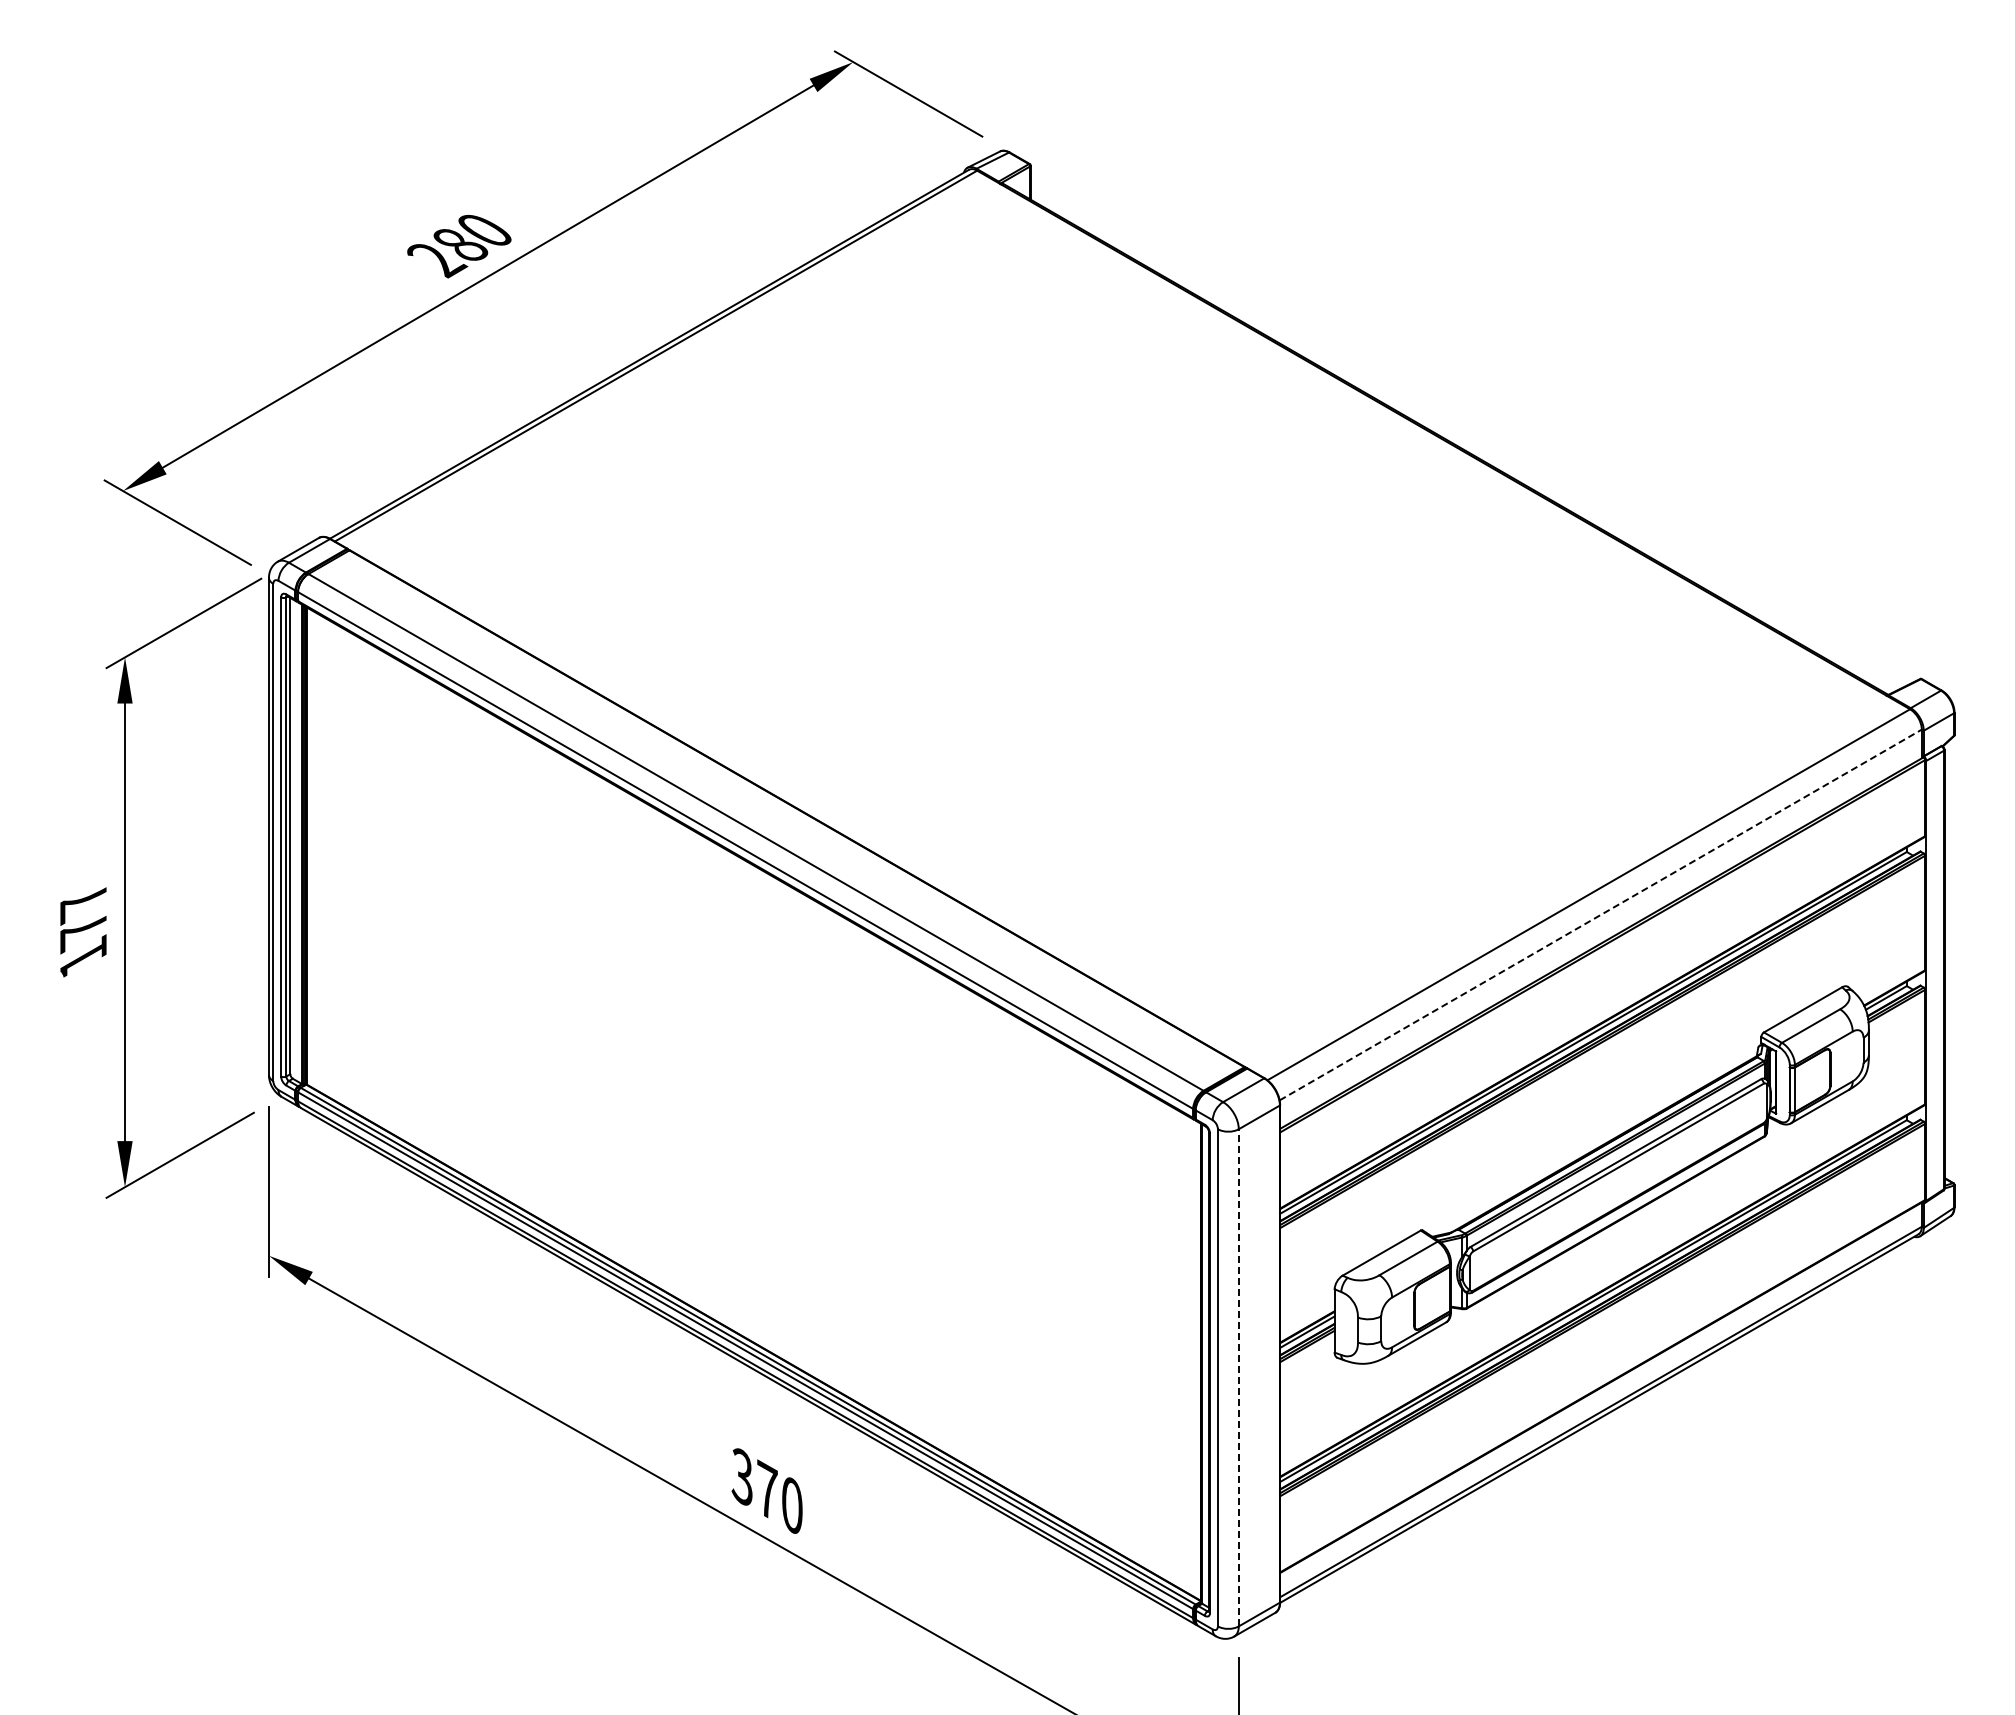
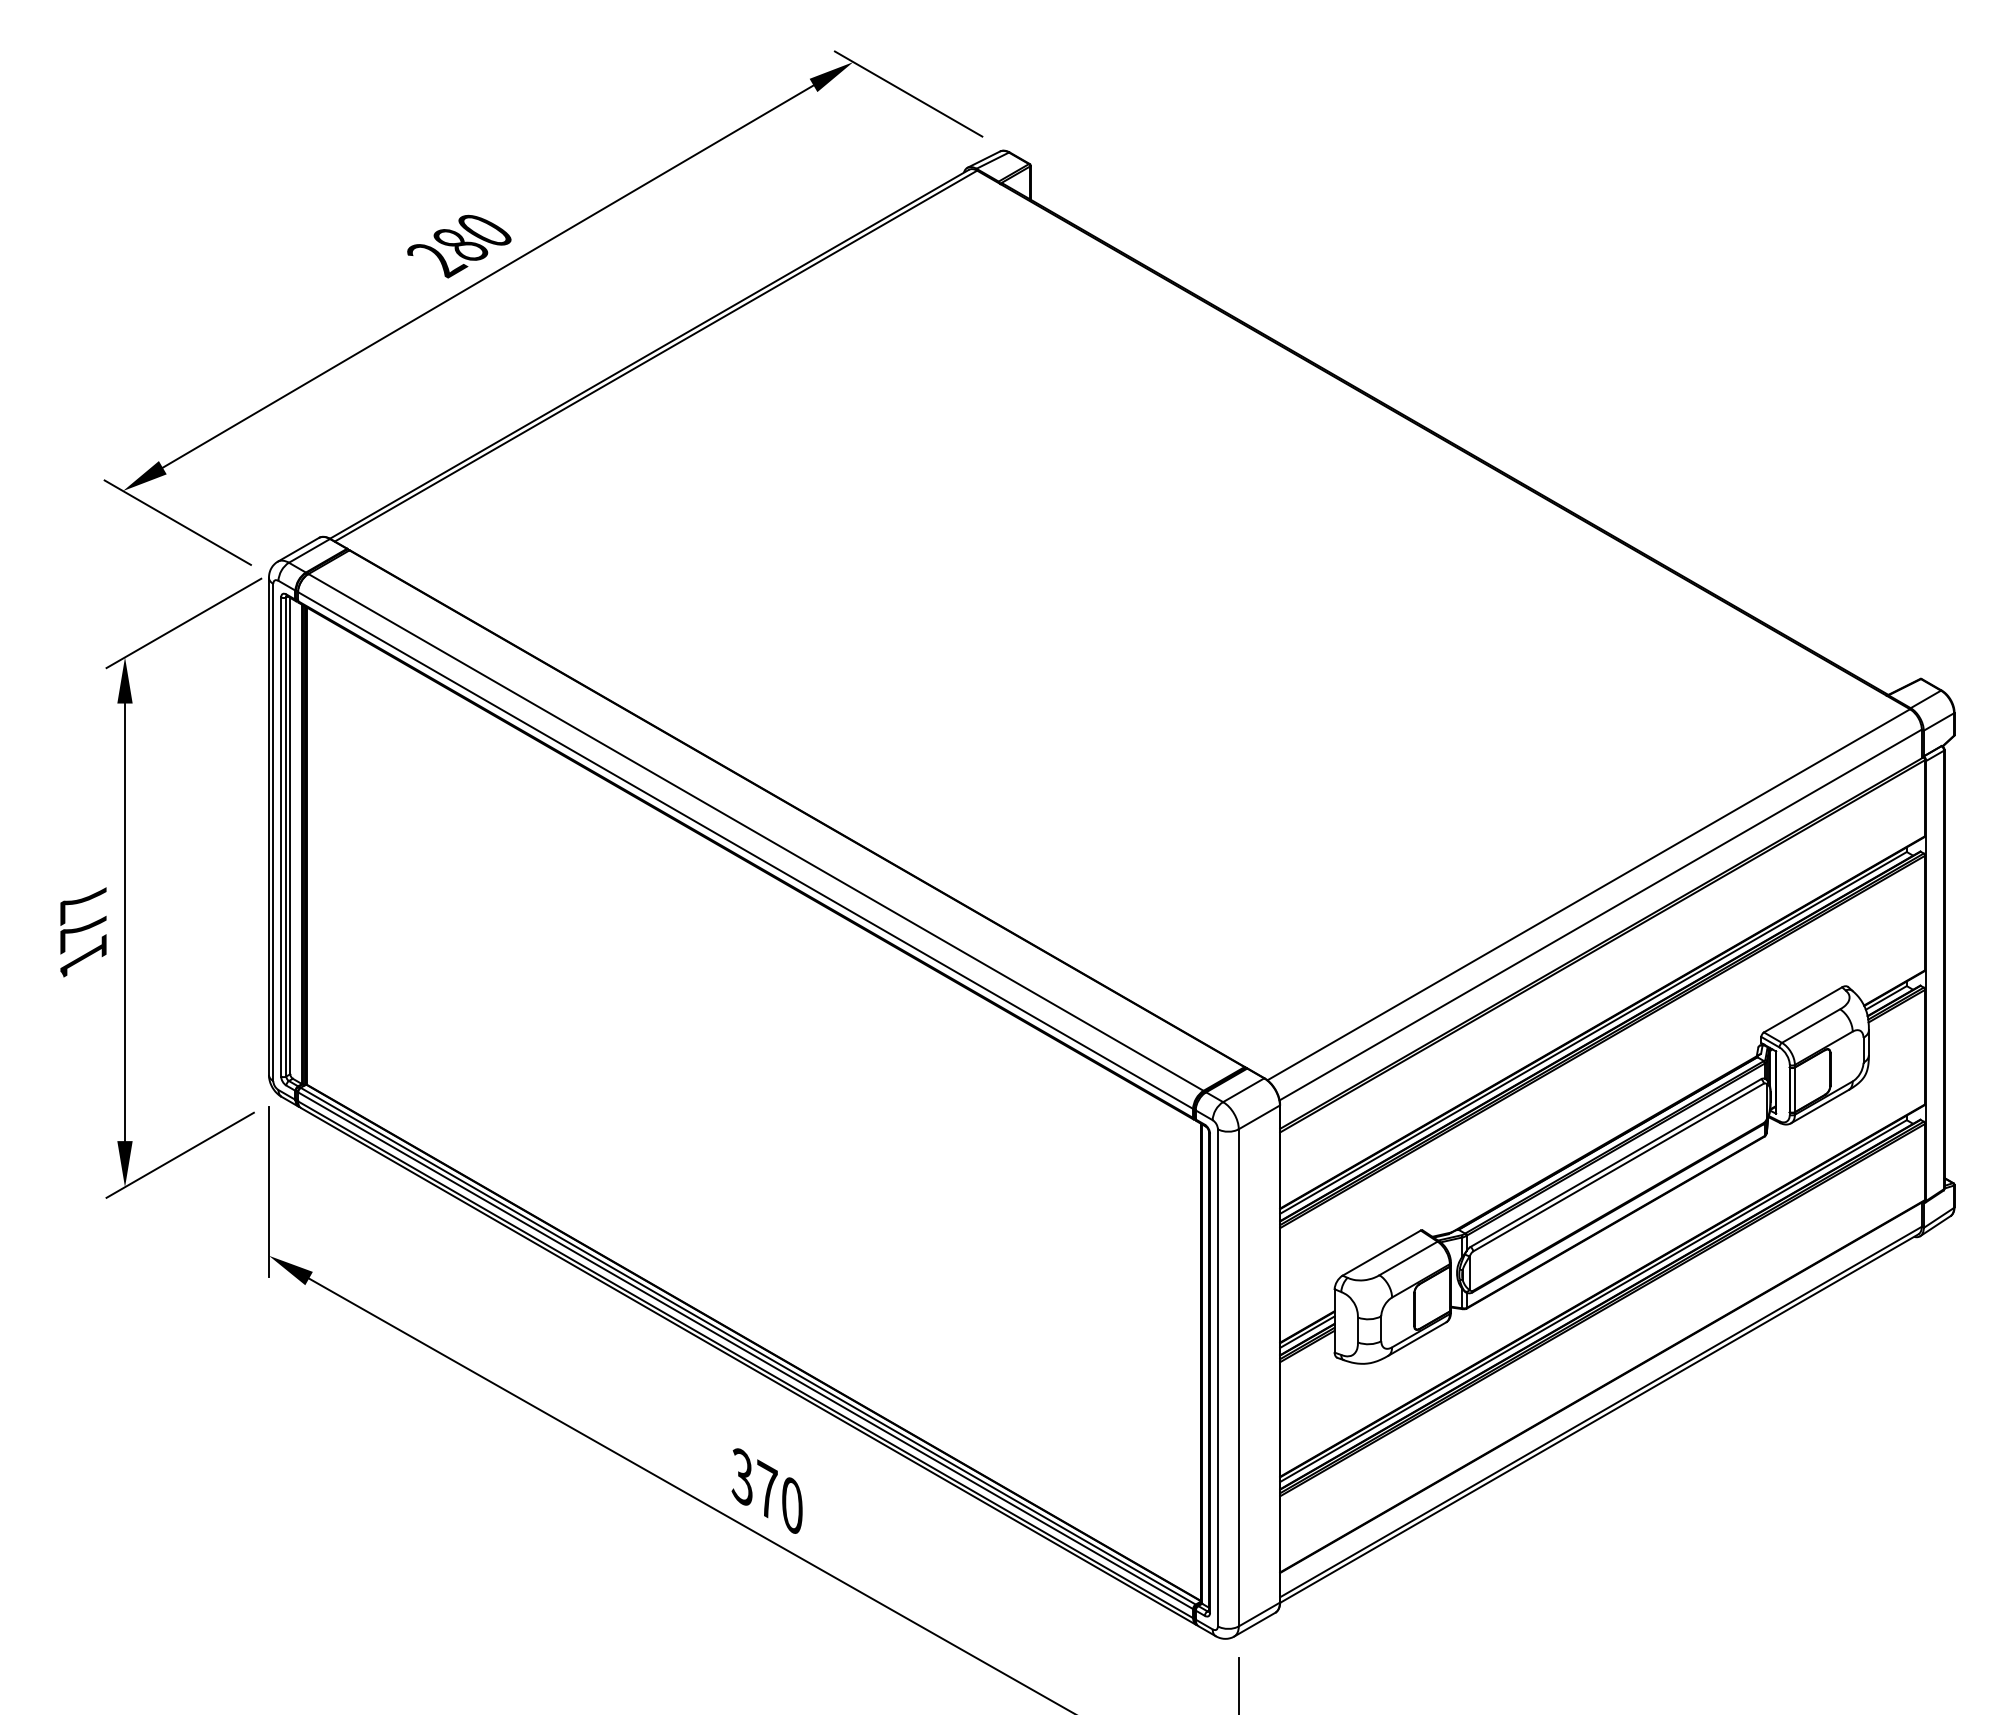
line at (1600, 915): dashed -> solid
line at (1238, 1377): dashed -> solid
